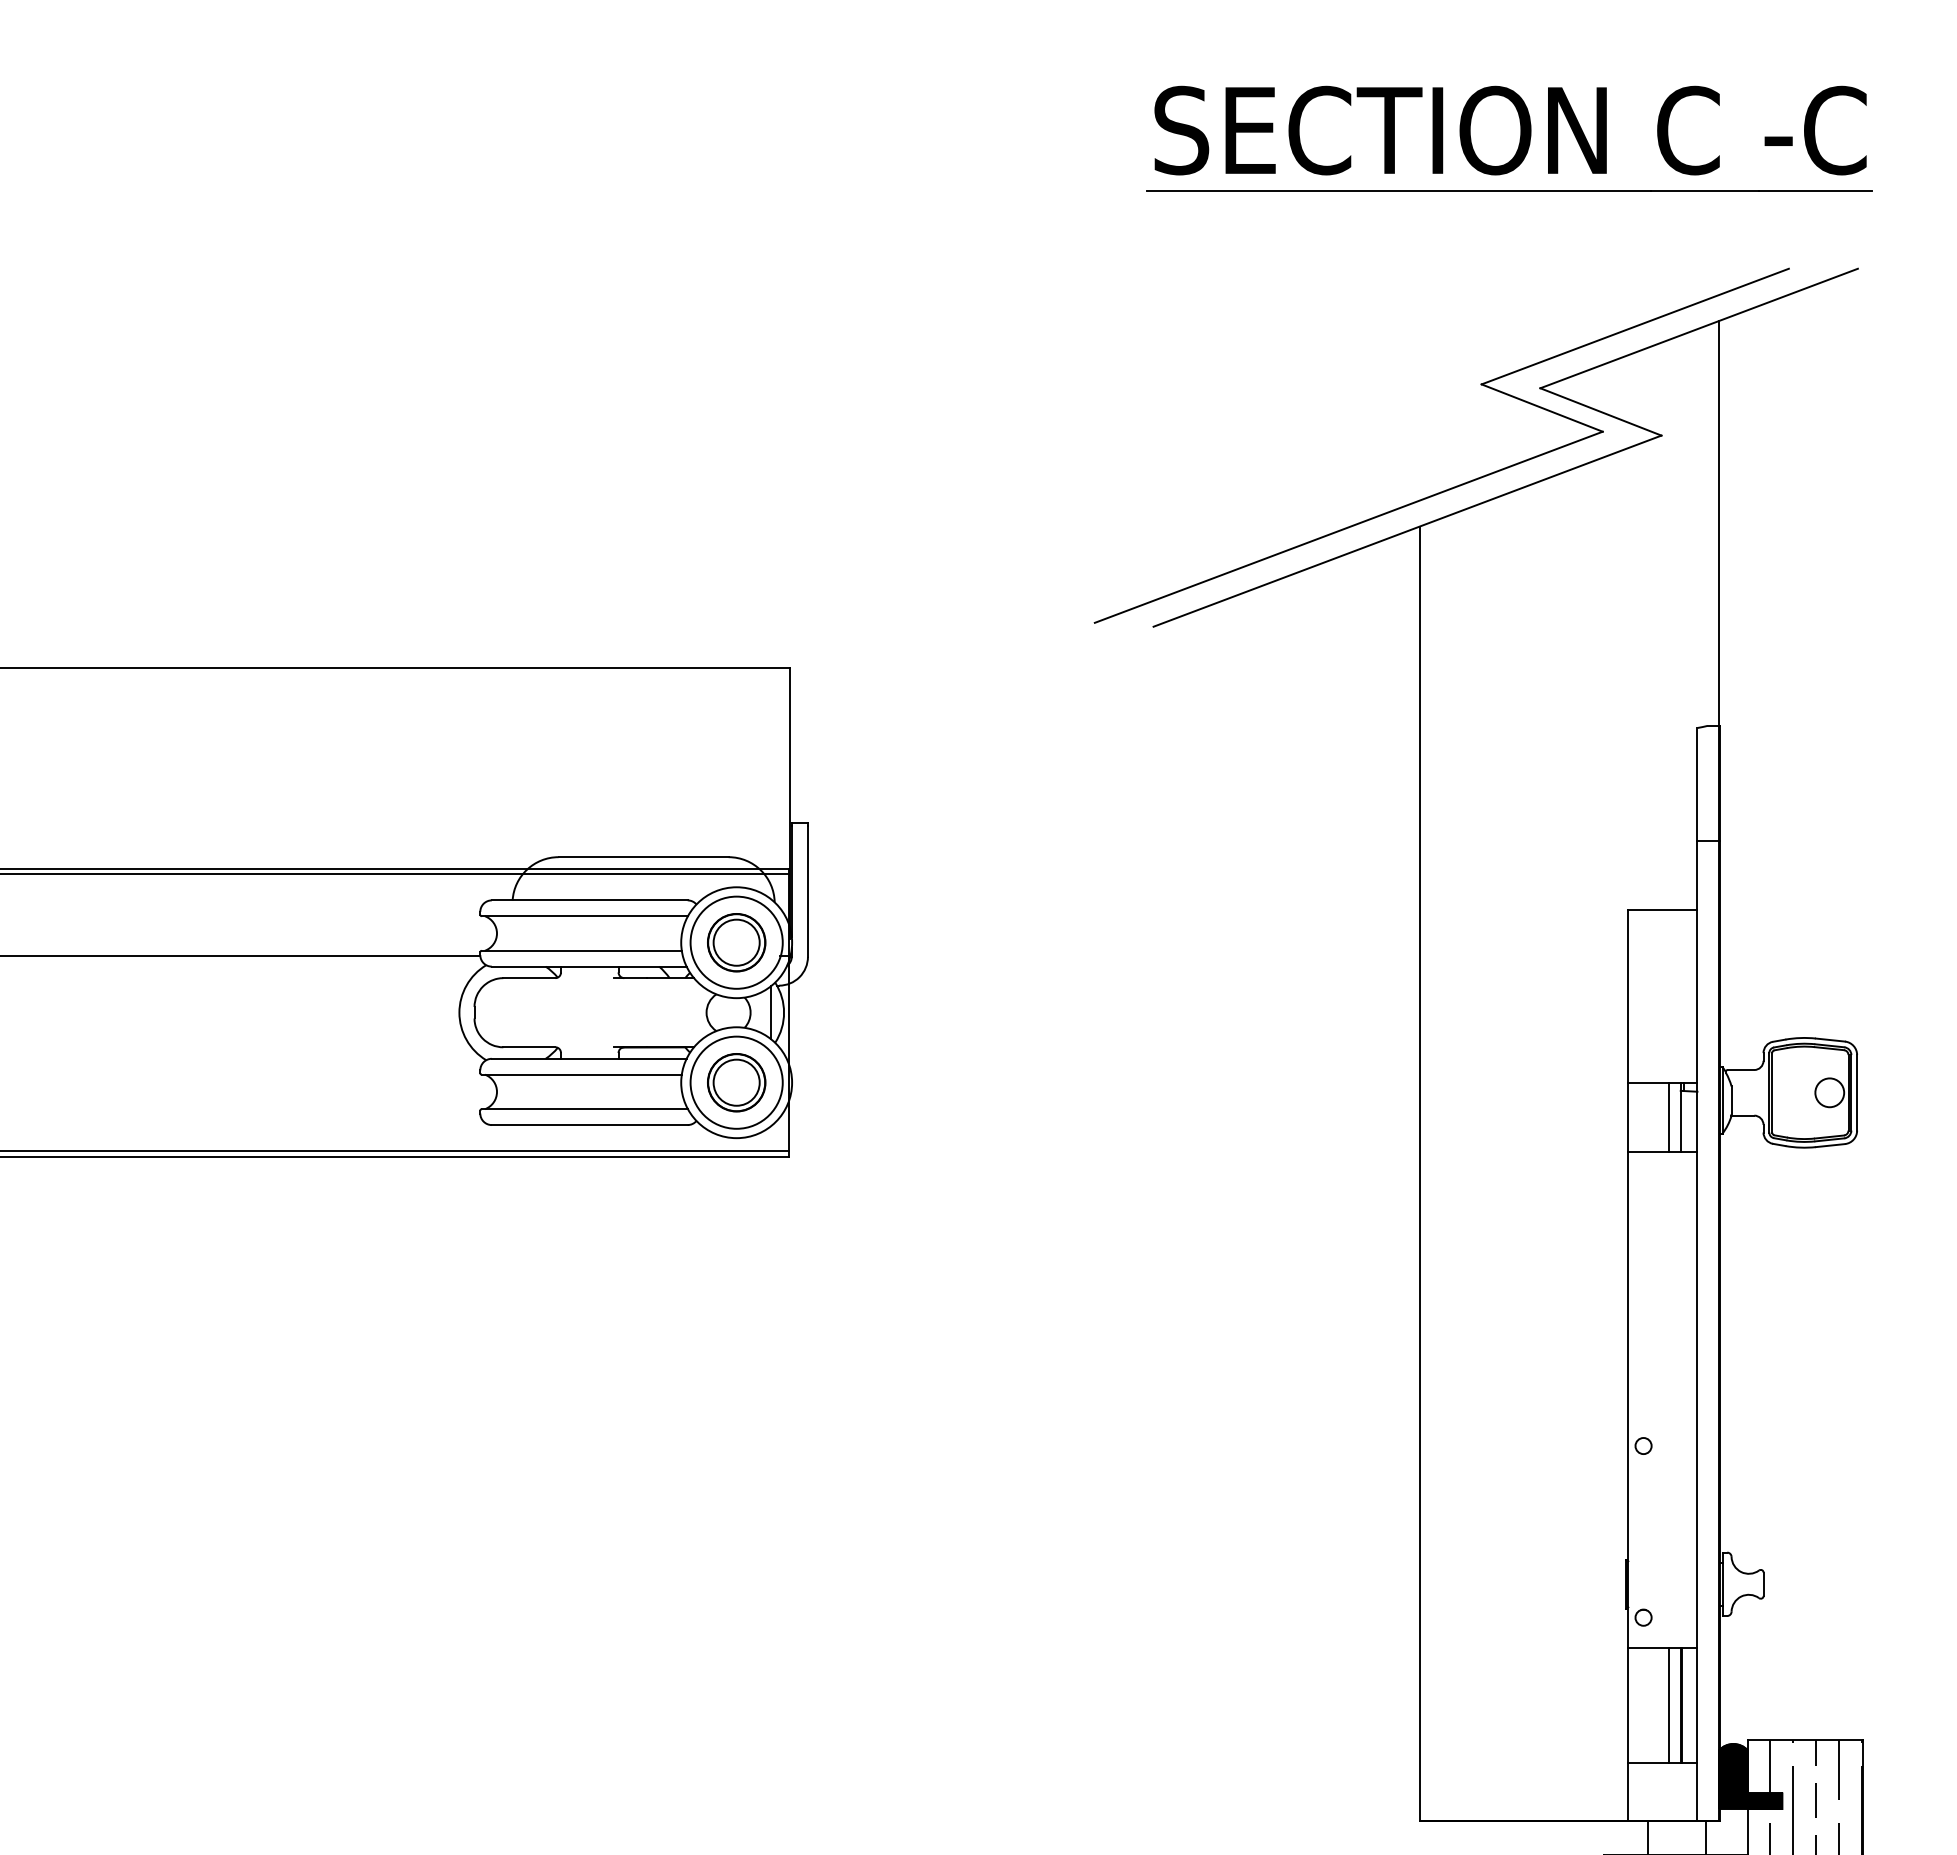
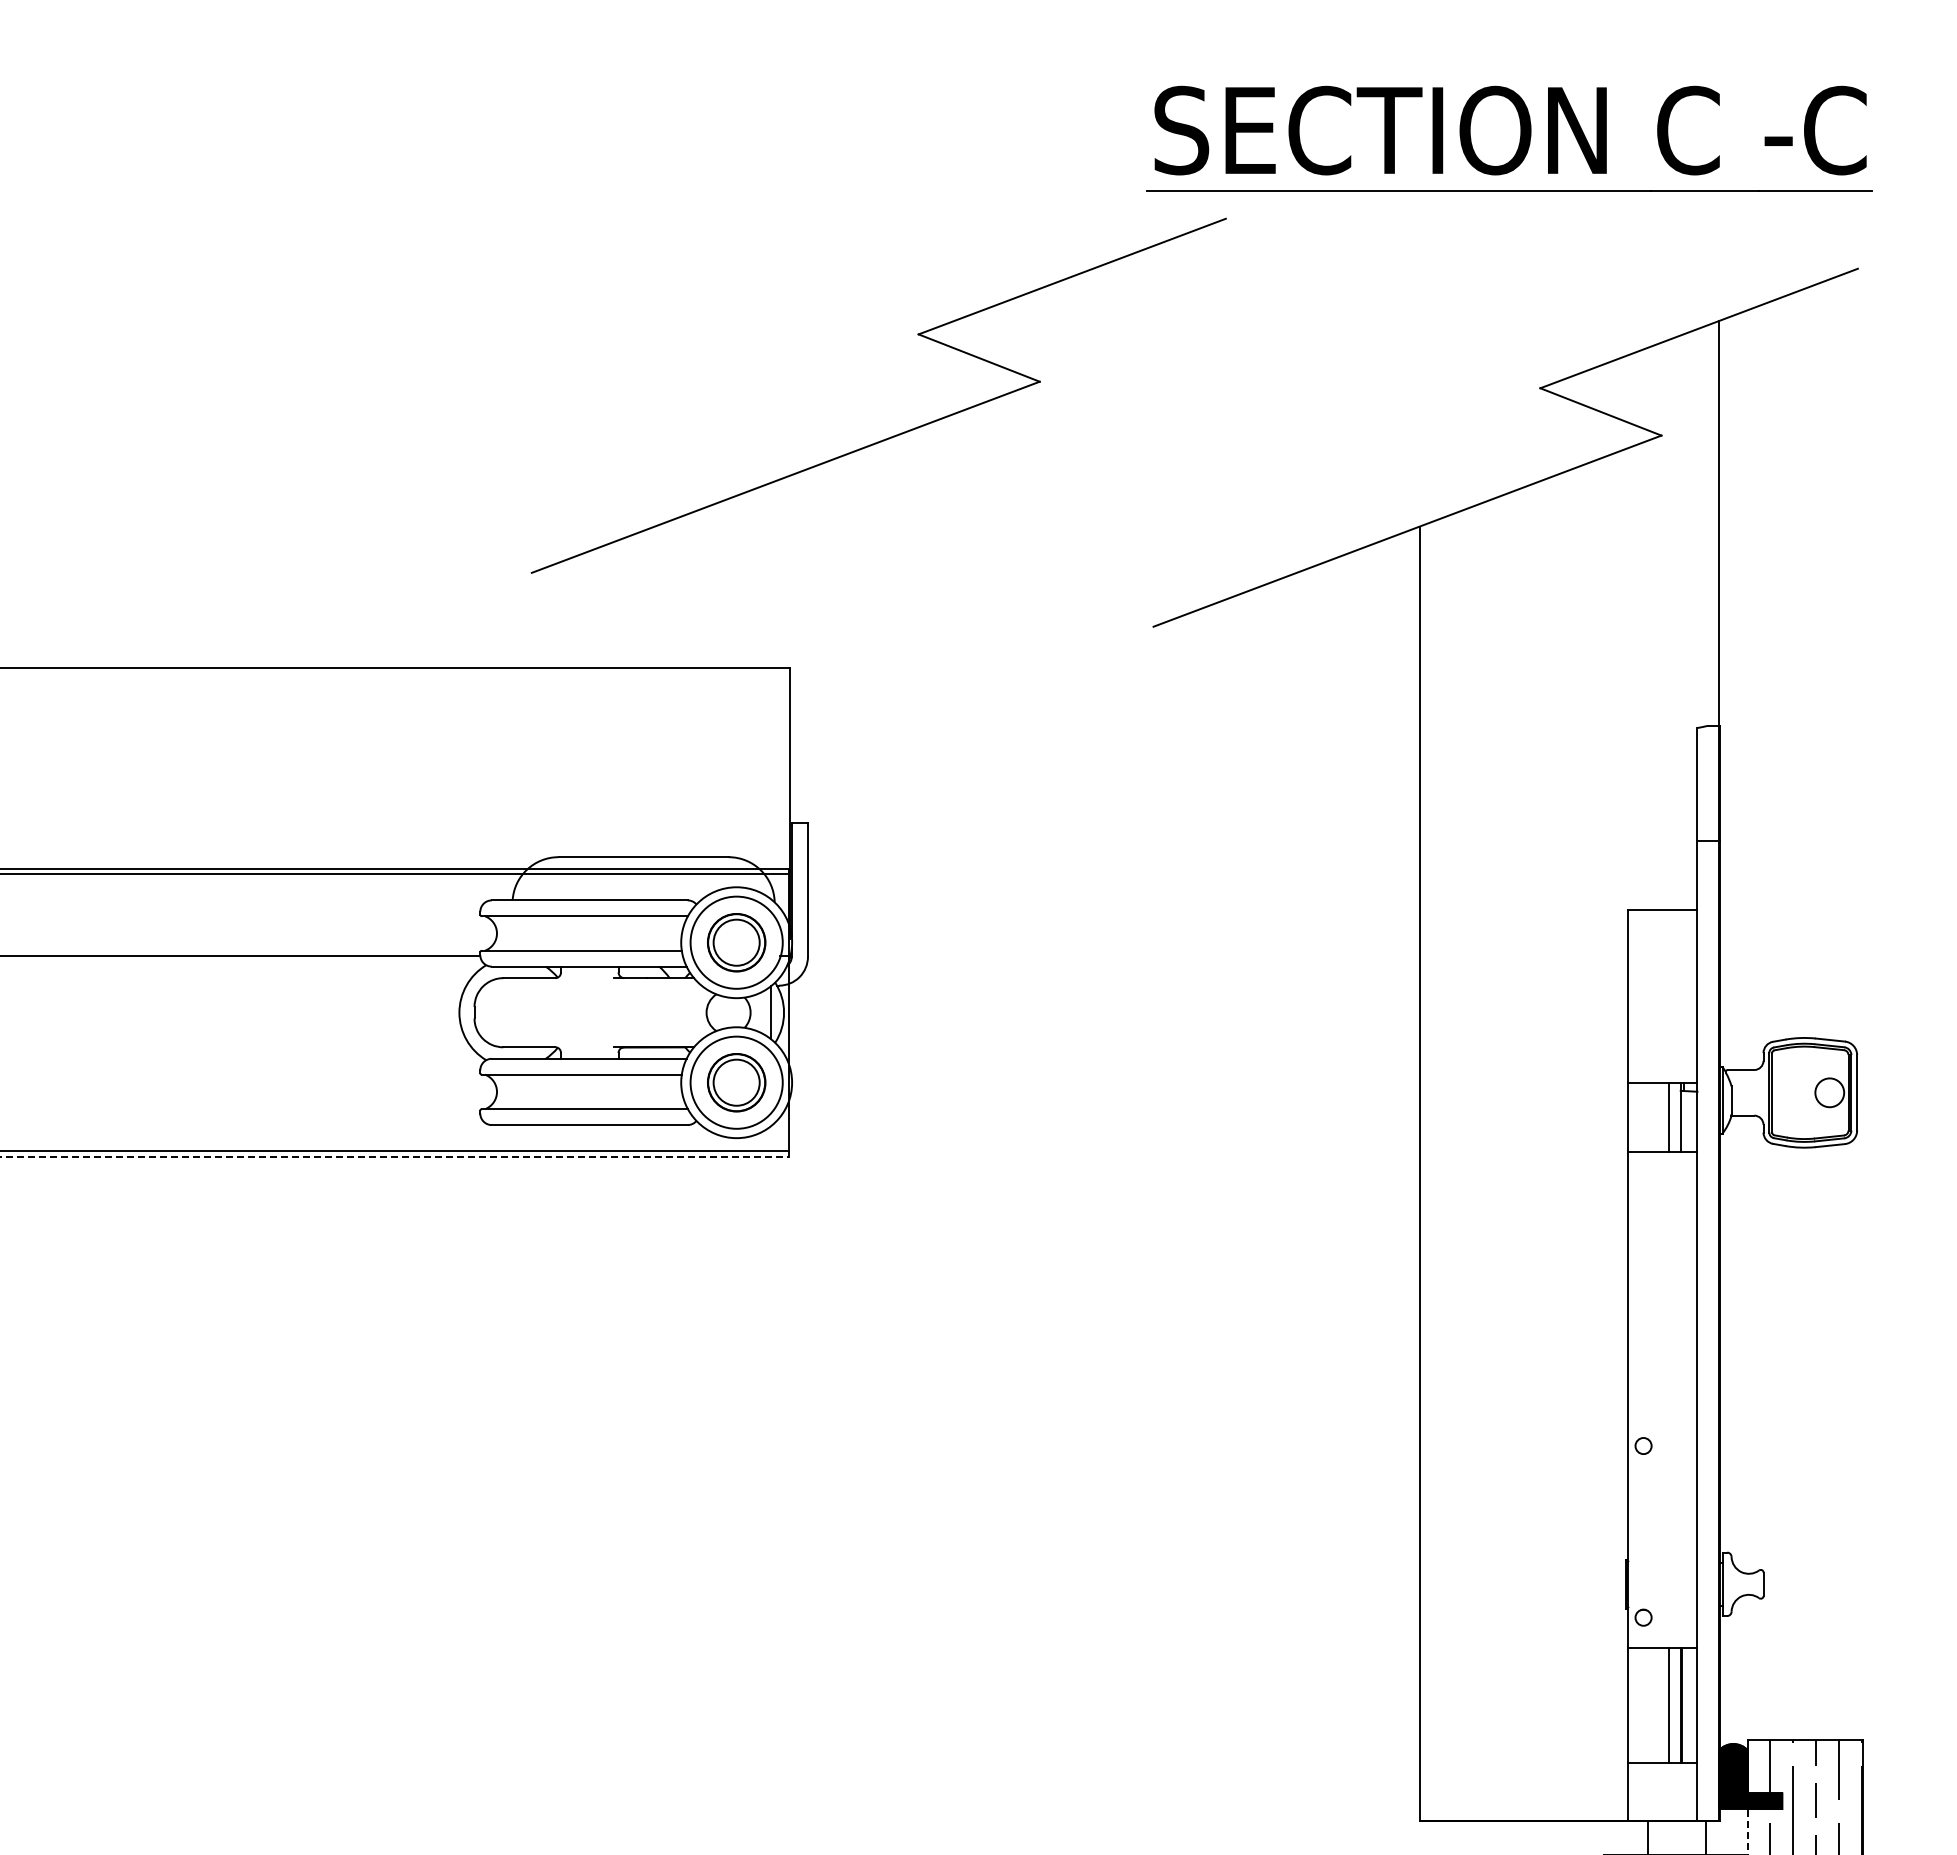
part at (1456, 485) position: (1456, 485) -> (893, 435)
line at (394, 1156): solid -> dashed
line at (1747, 1831): solid -> dashed
